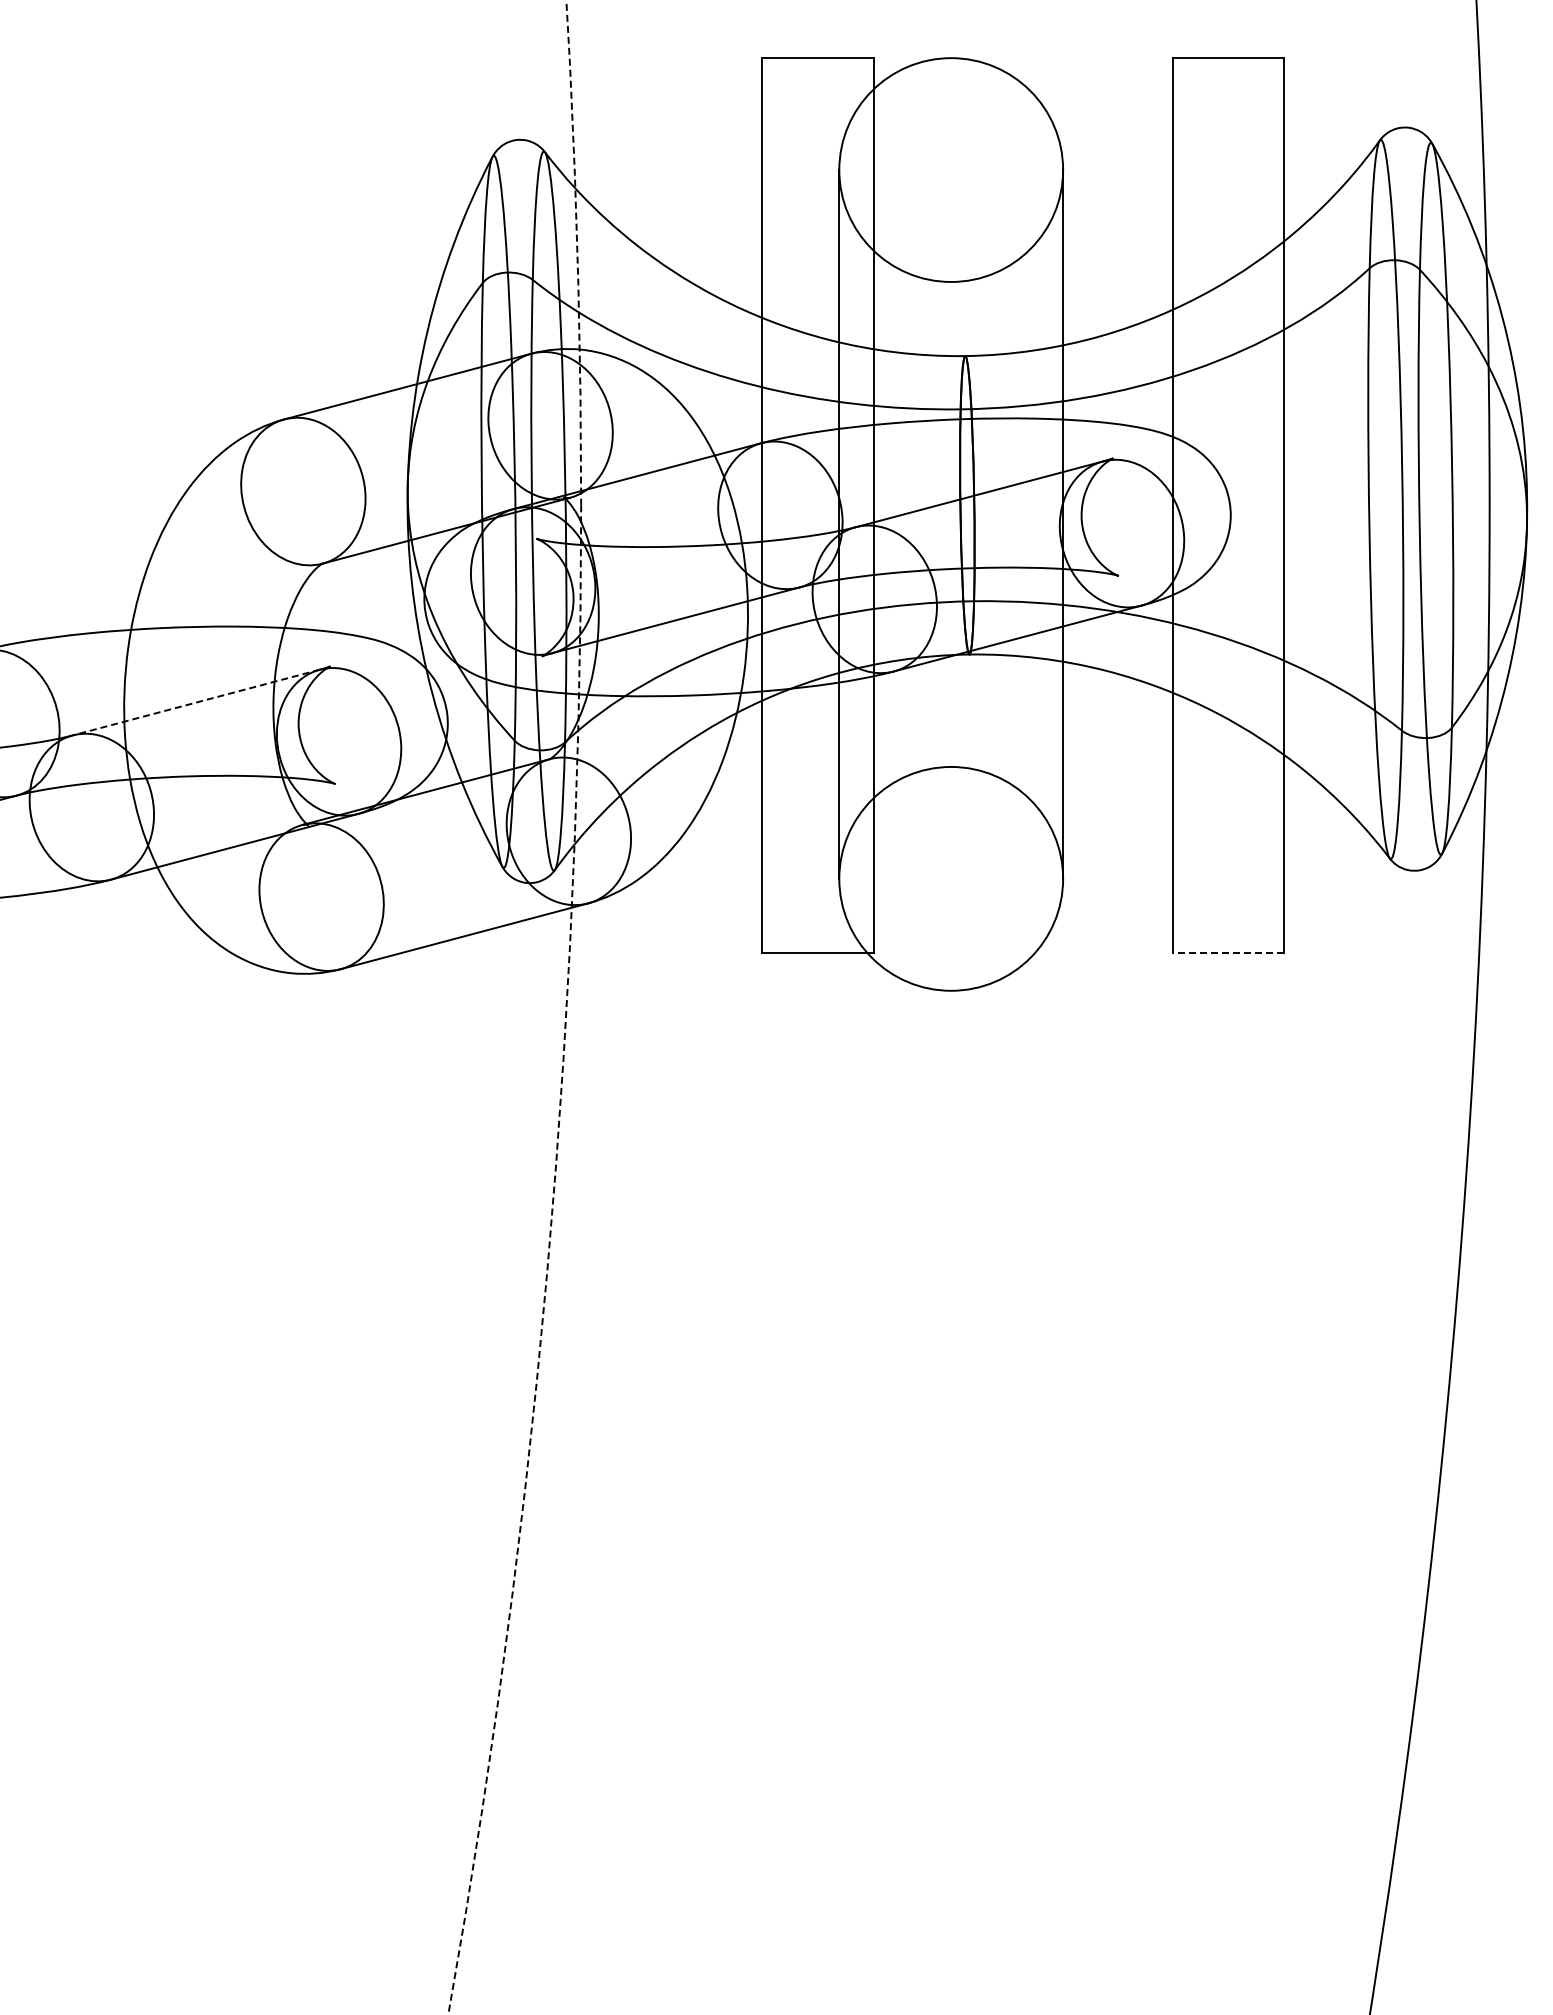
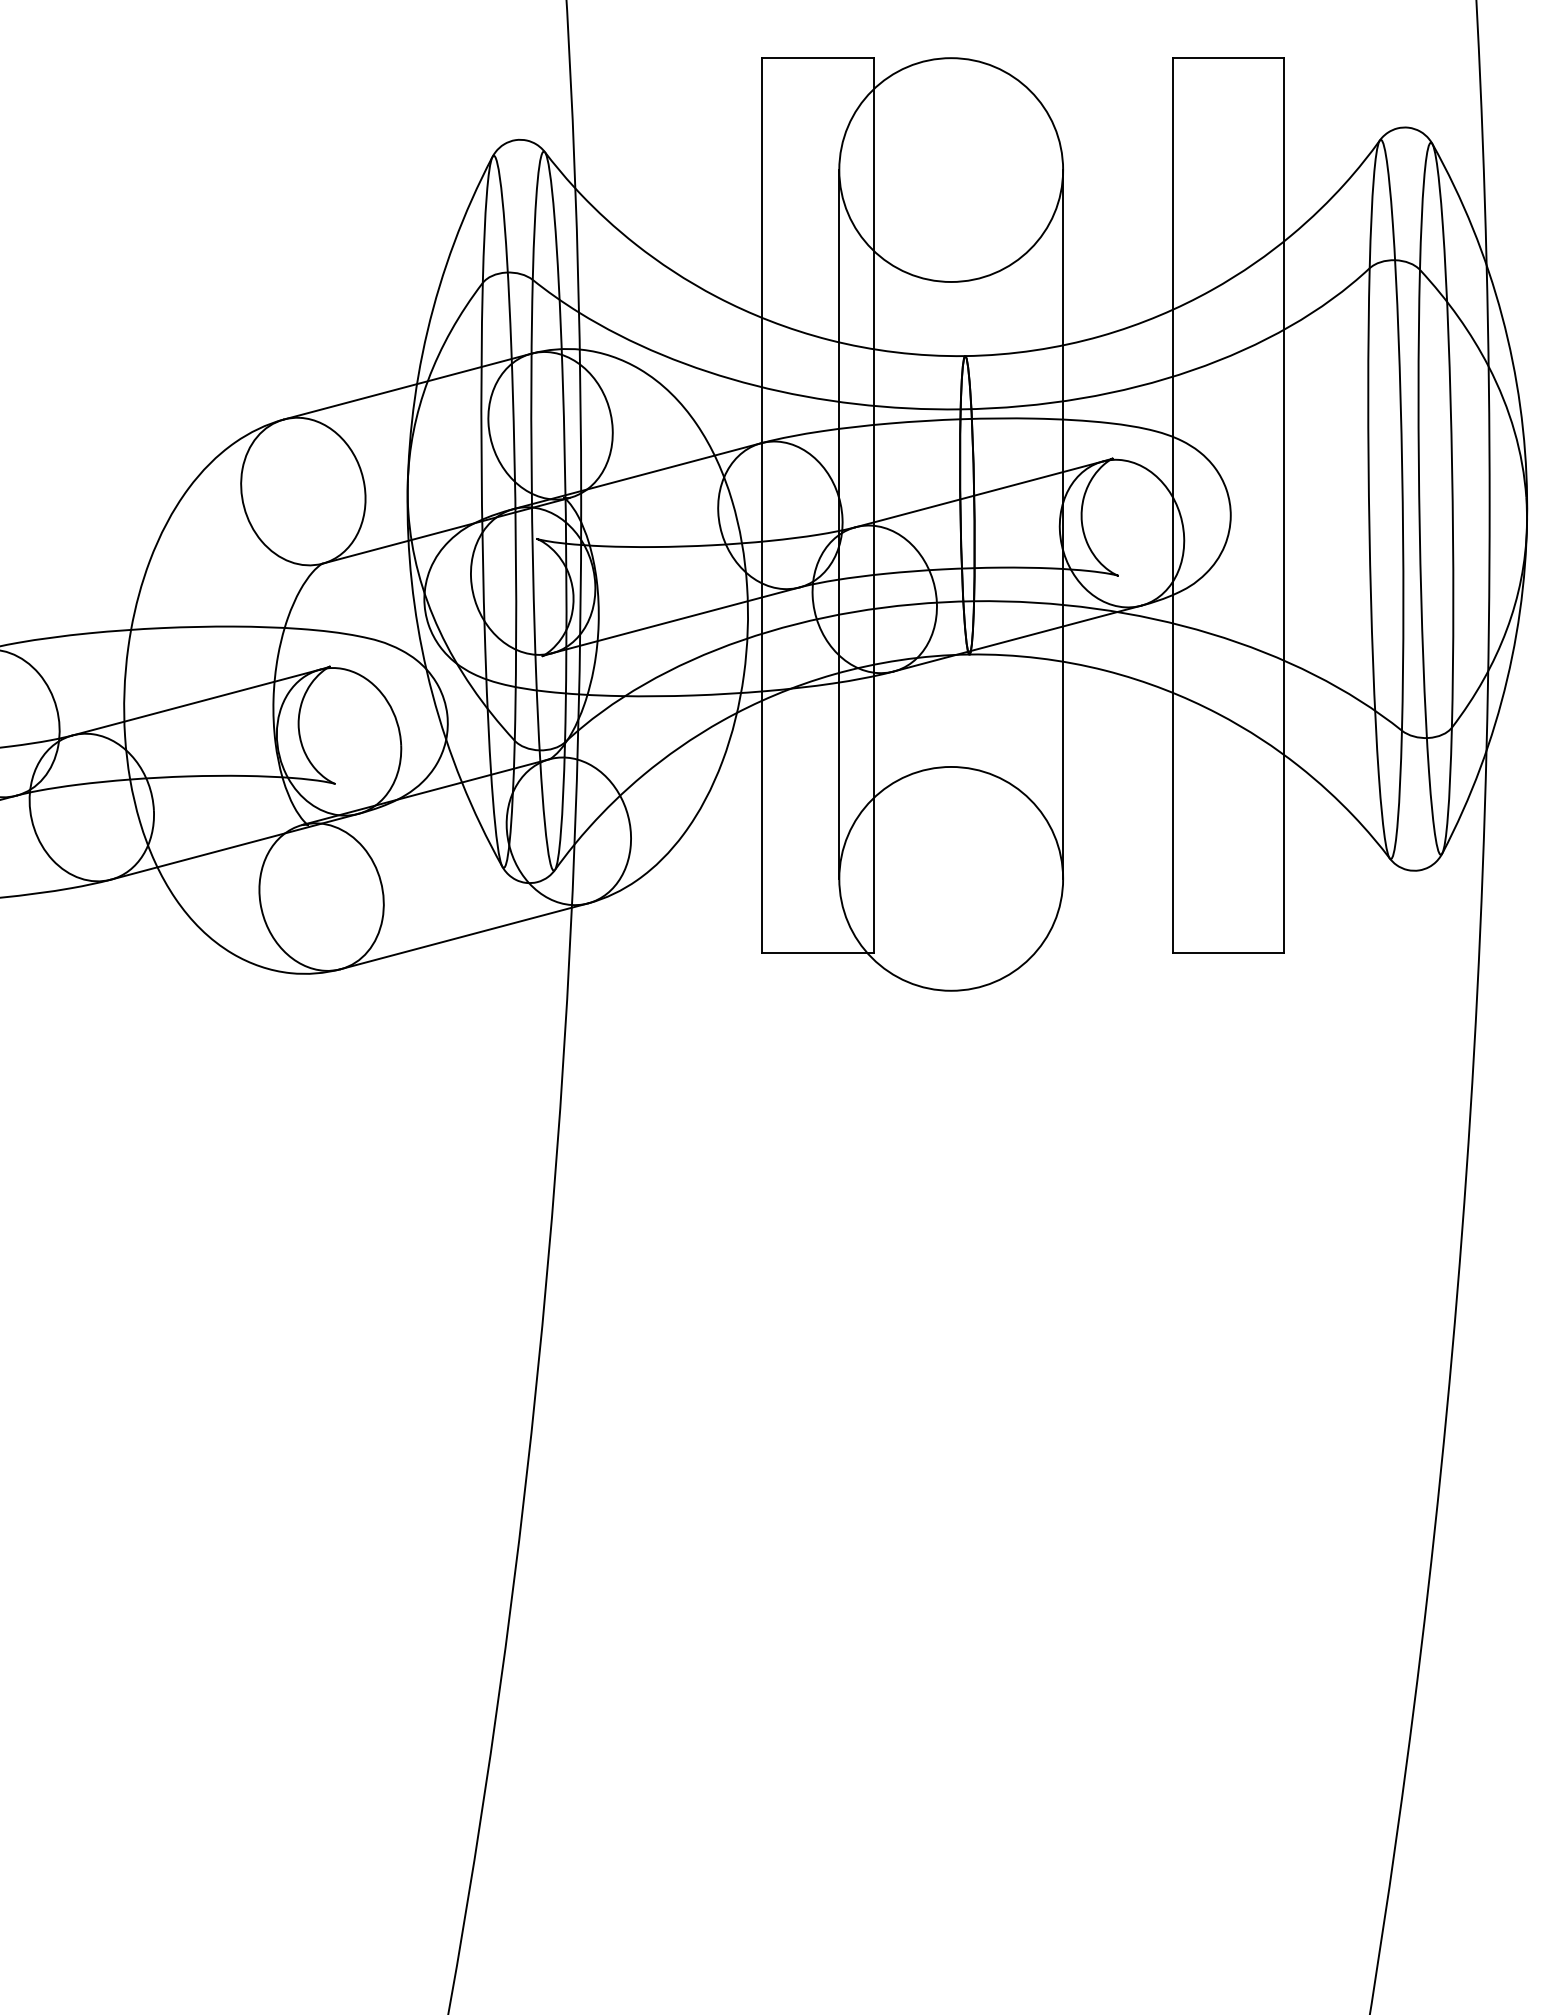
line at (196, 702): dashed -> solid
line at (1228, 952): dashed -> solid
circle at (514, 1007): dashed -> solid
